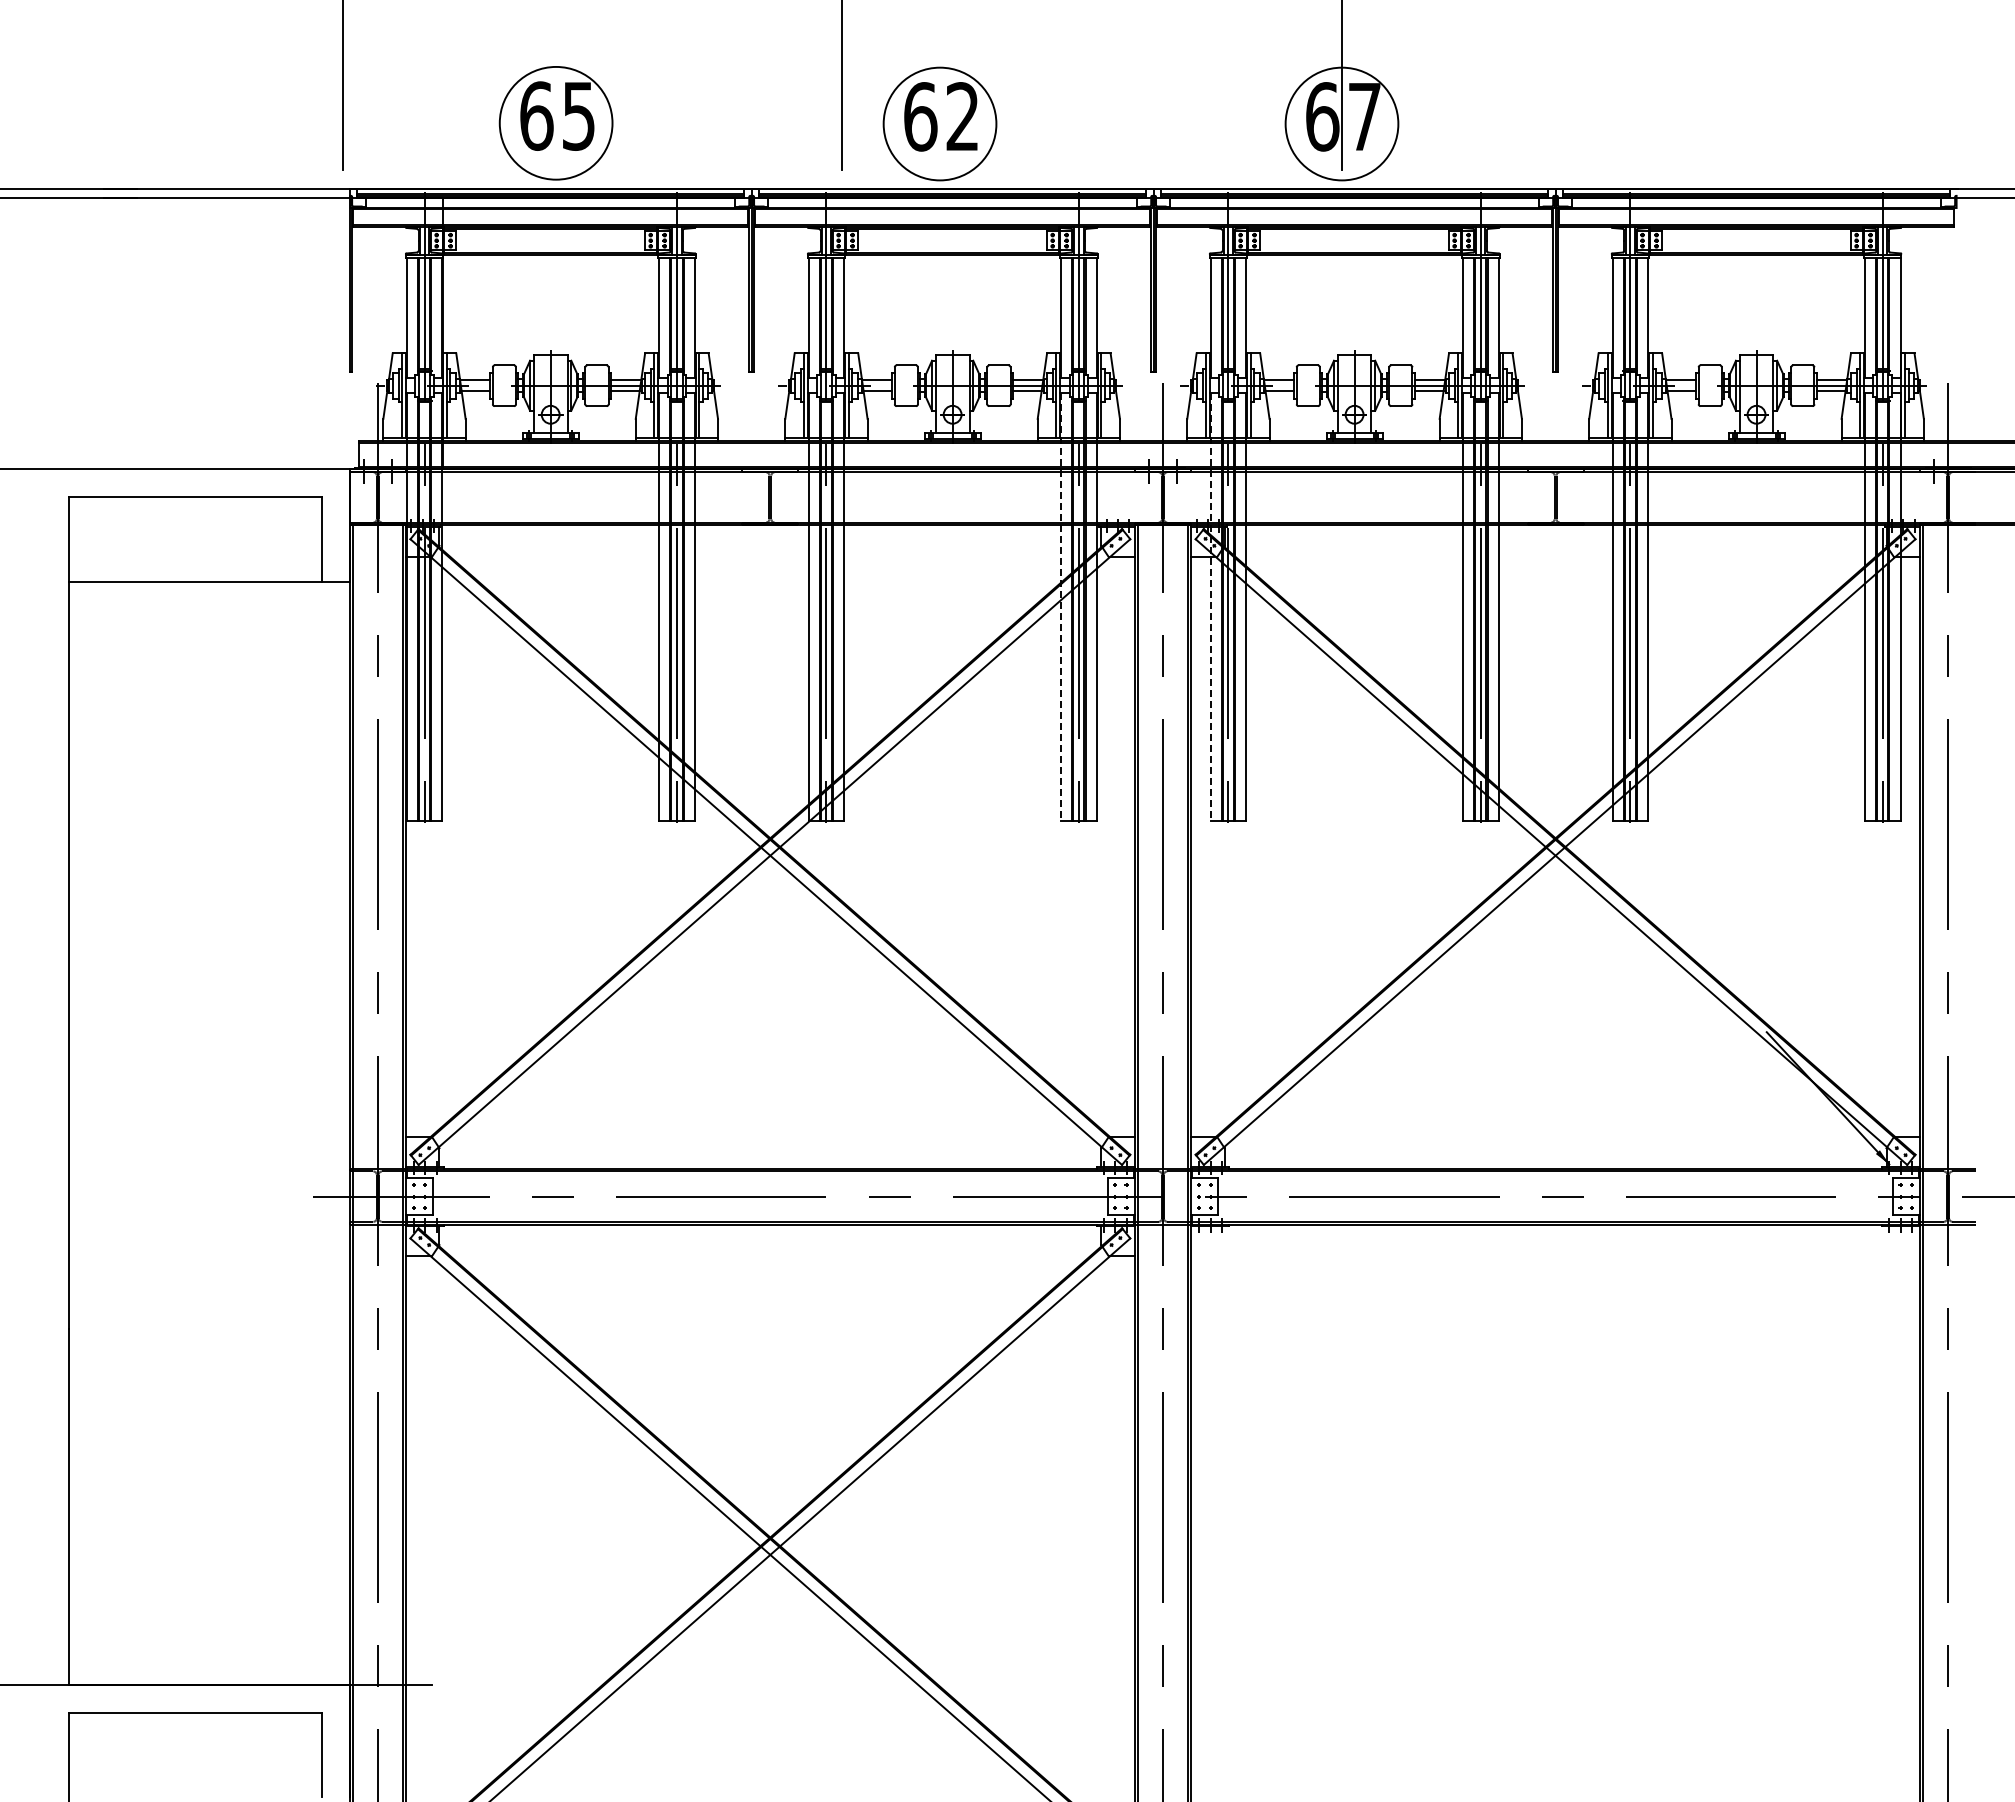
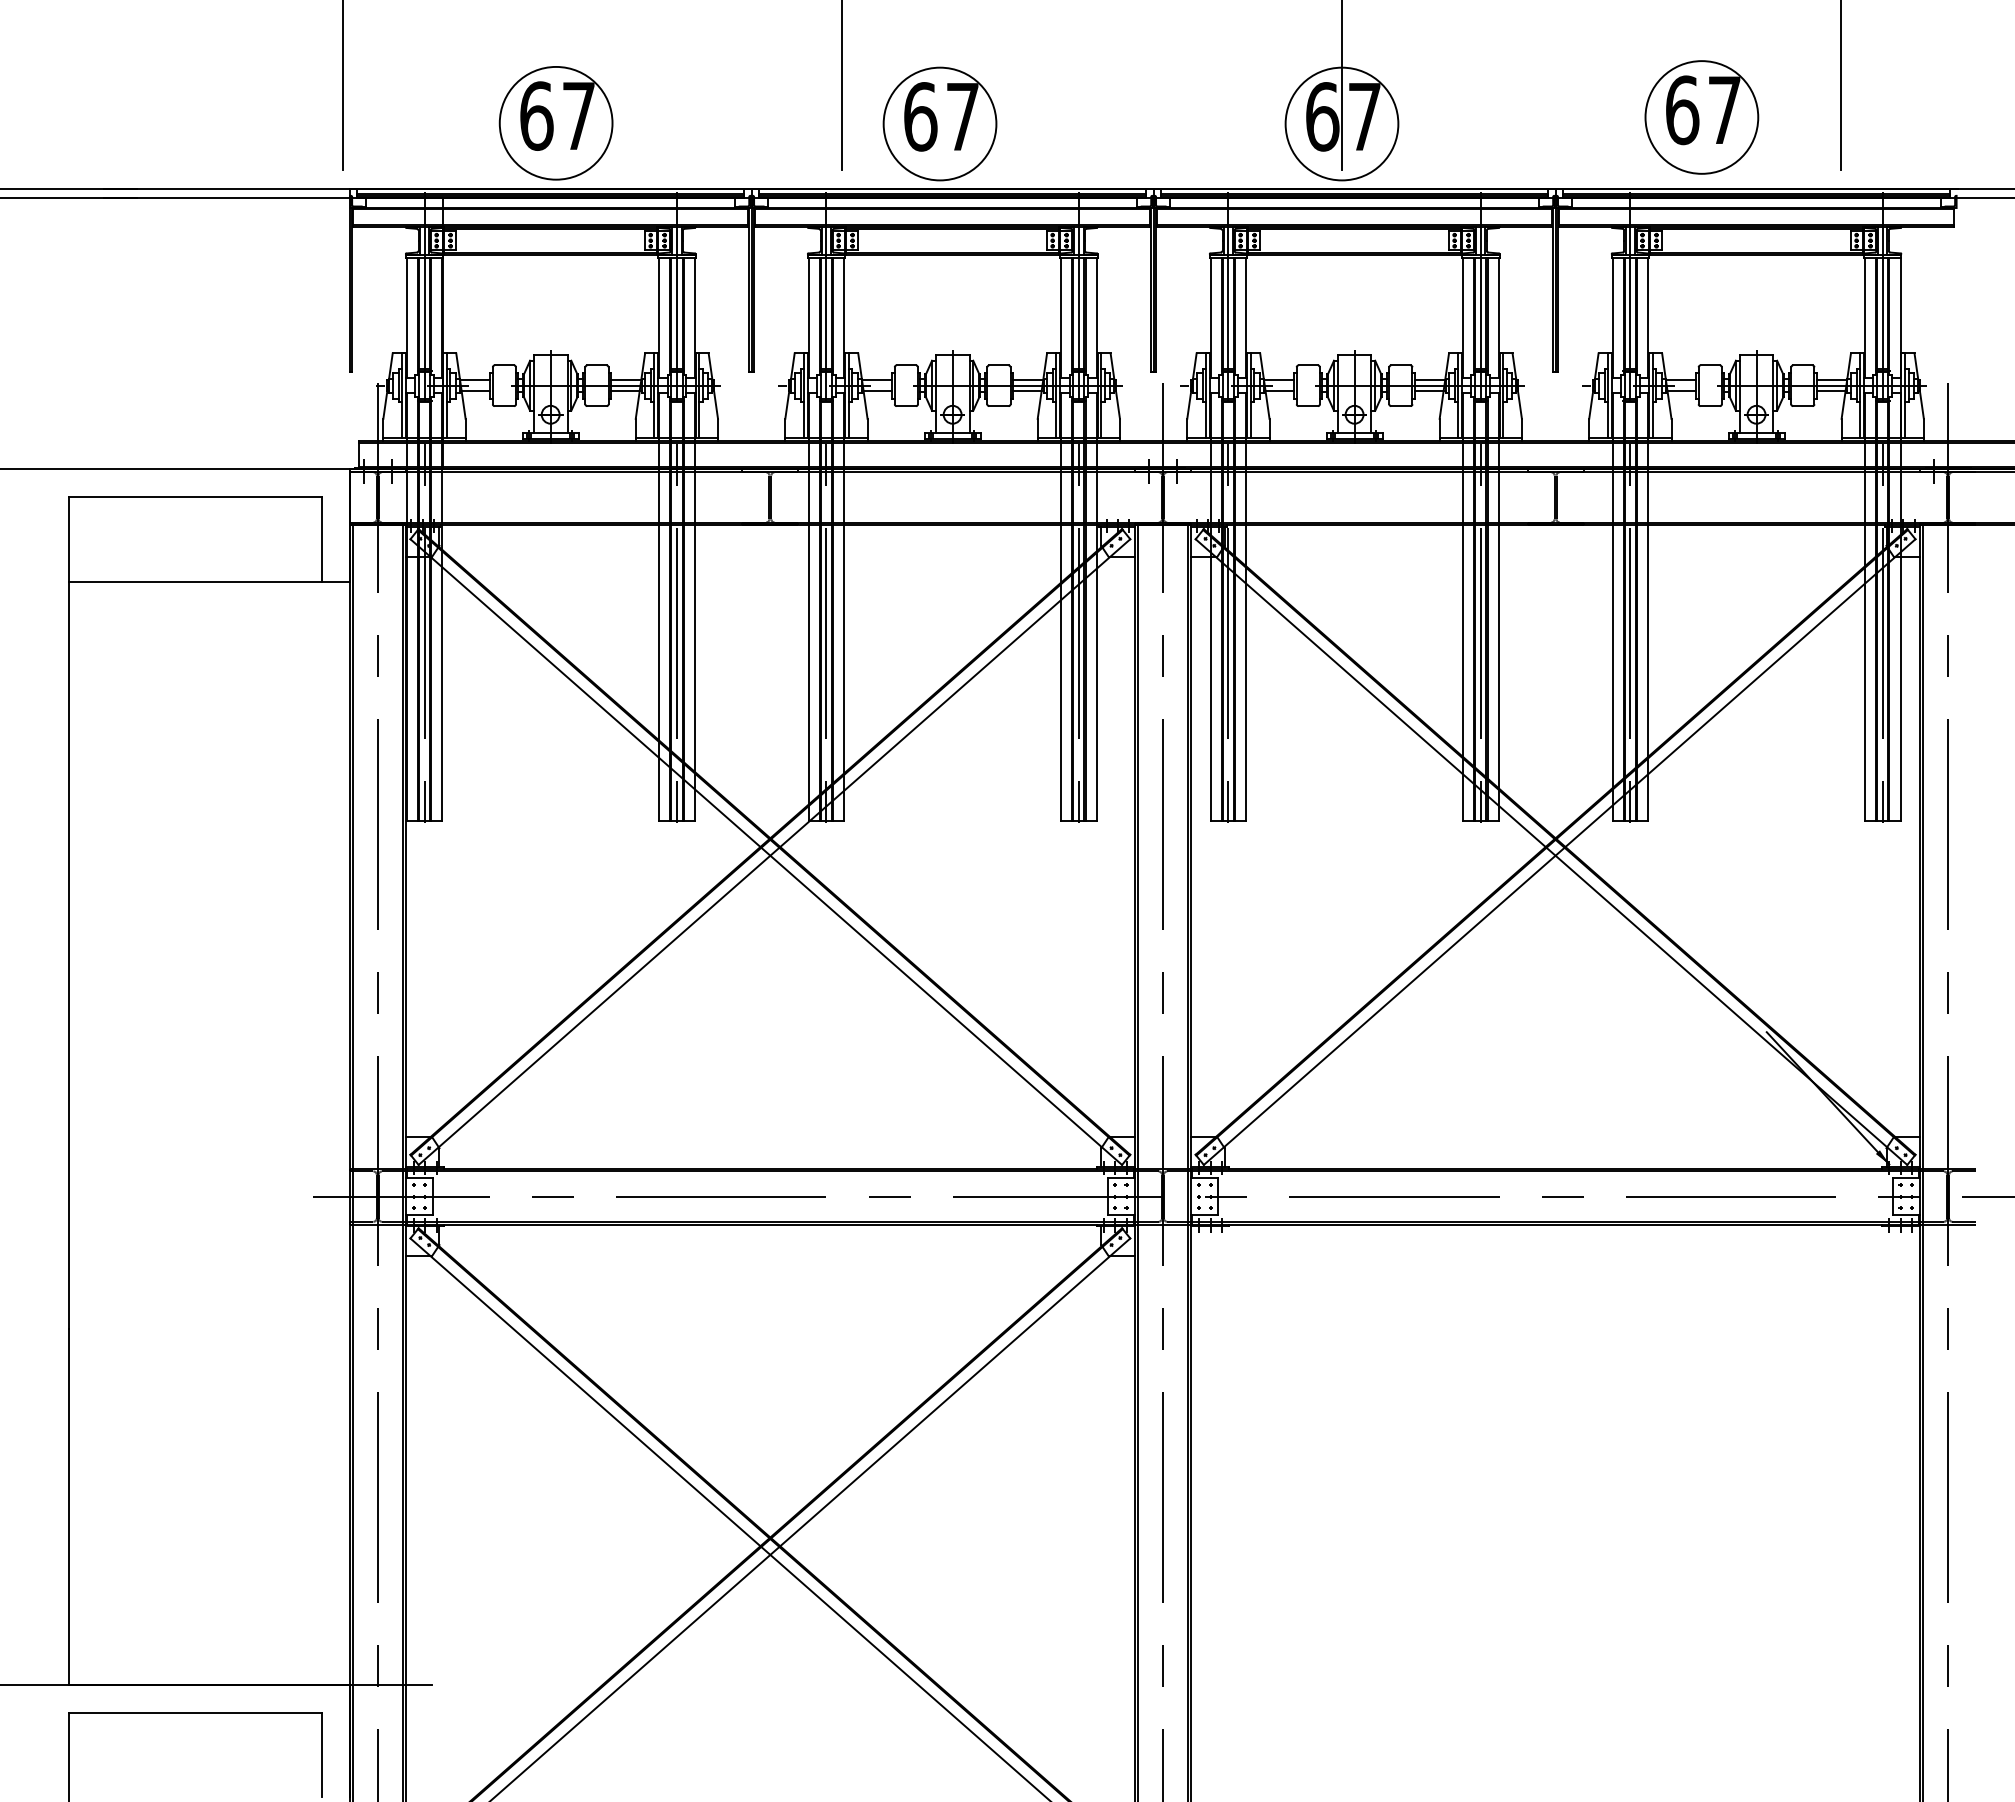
line at (1840, 86): none -> present
text at (578, 116): 65 -> 67
text at (962, 116): 62 -> 67
part at (1701, 117): none -> present
line at (1061, 607): dashed -> solid
line at (1210, 607): dashed -> solid
